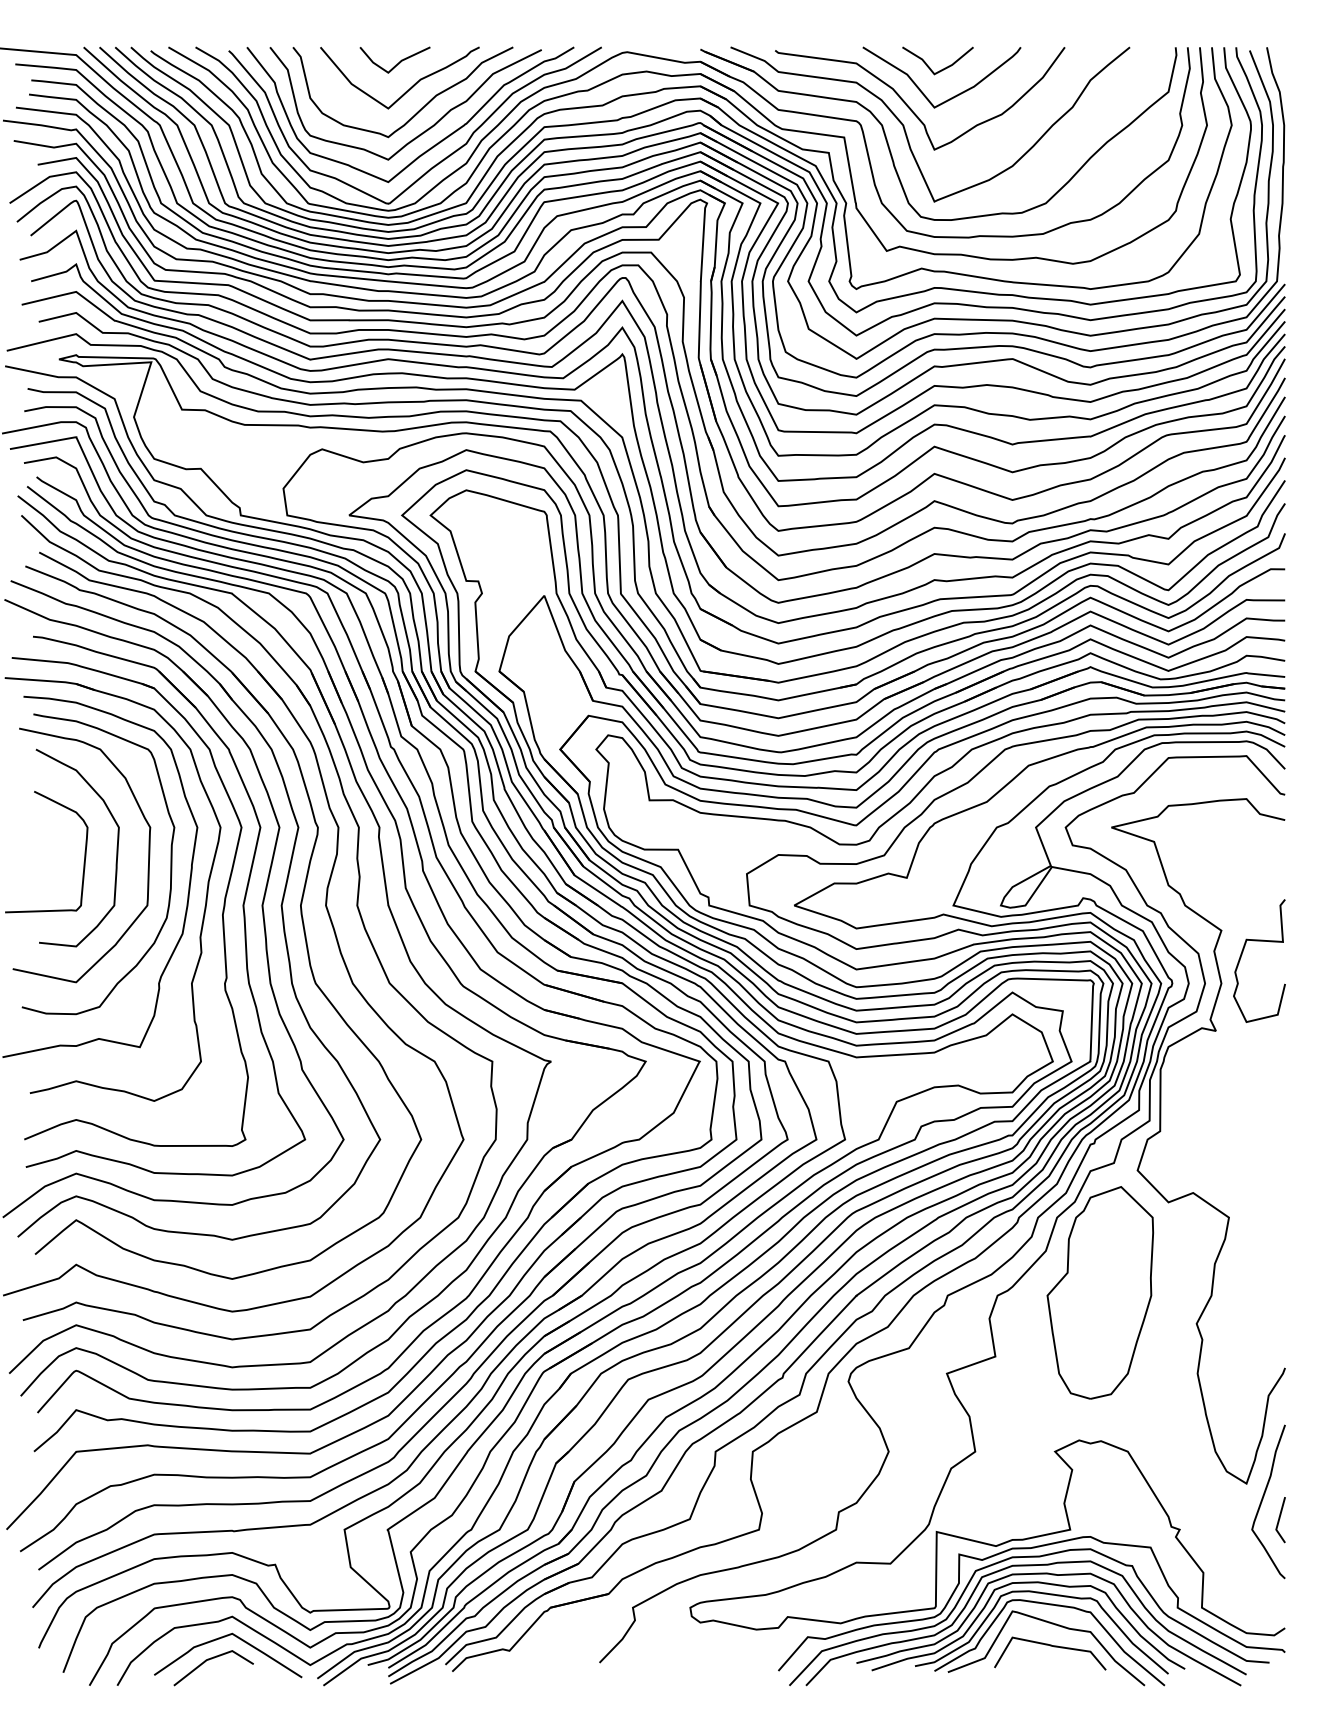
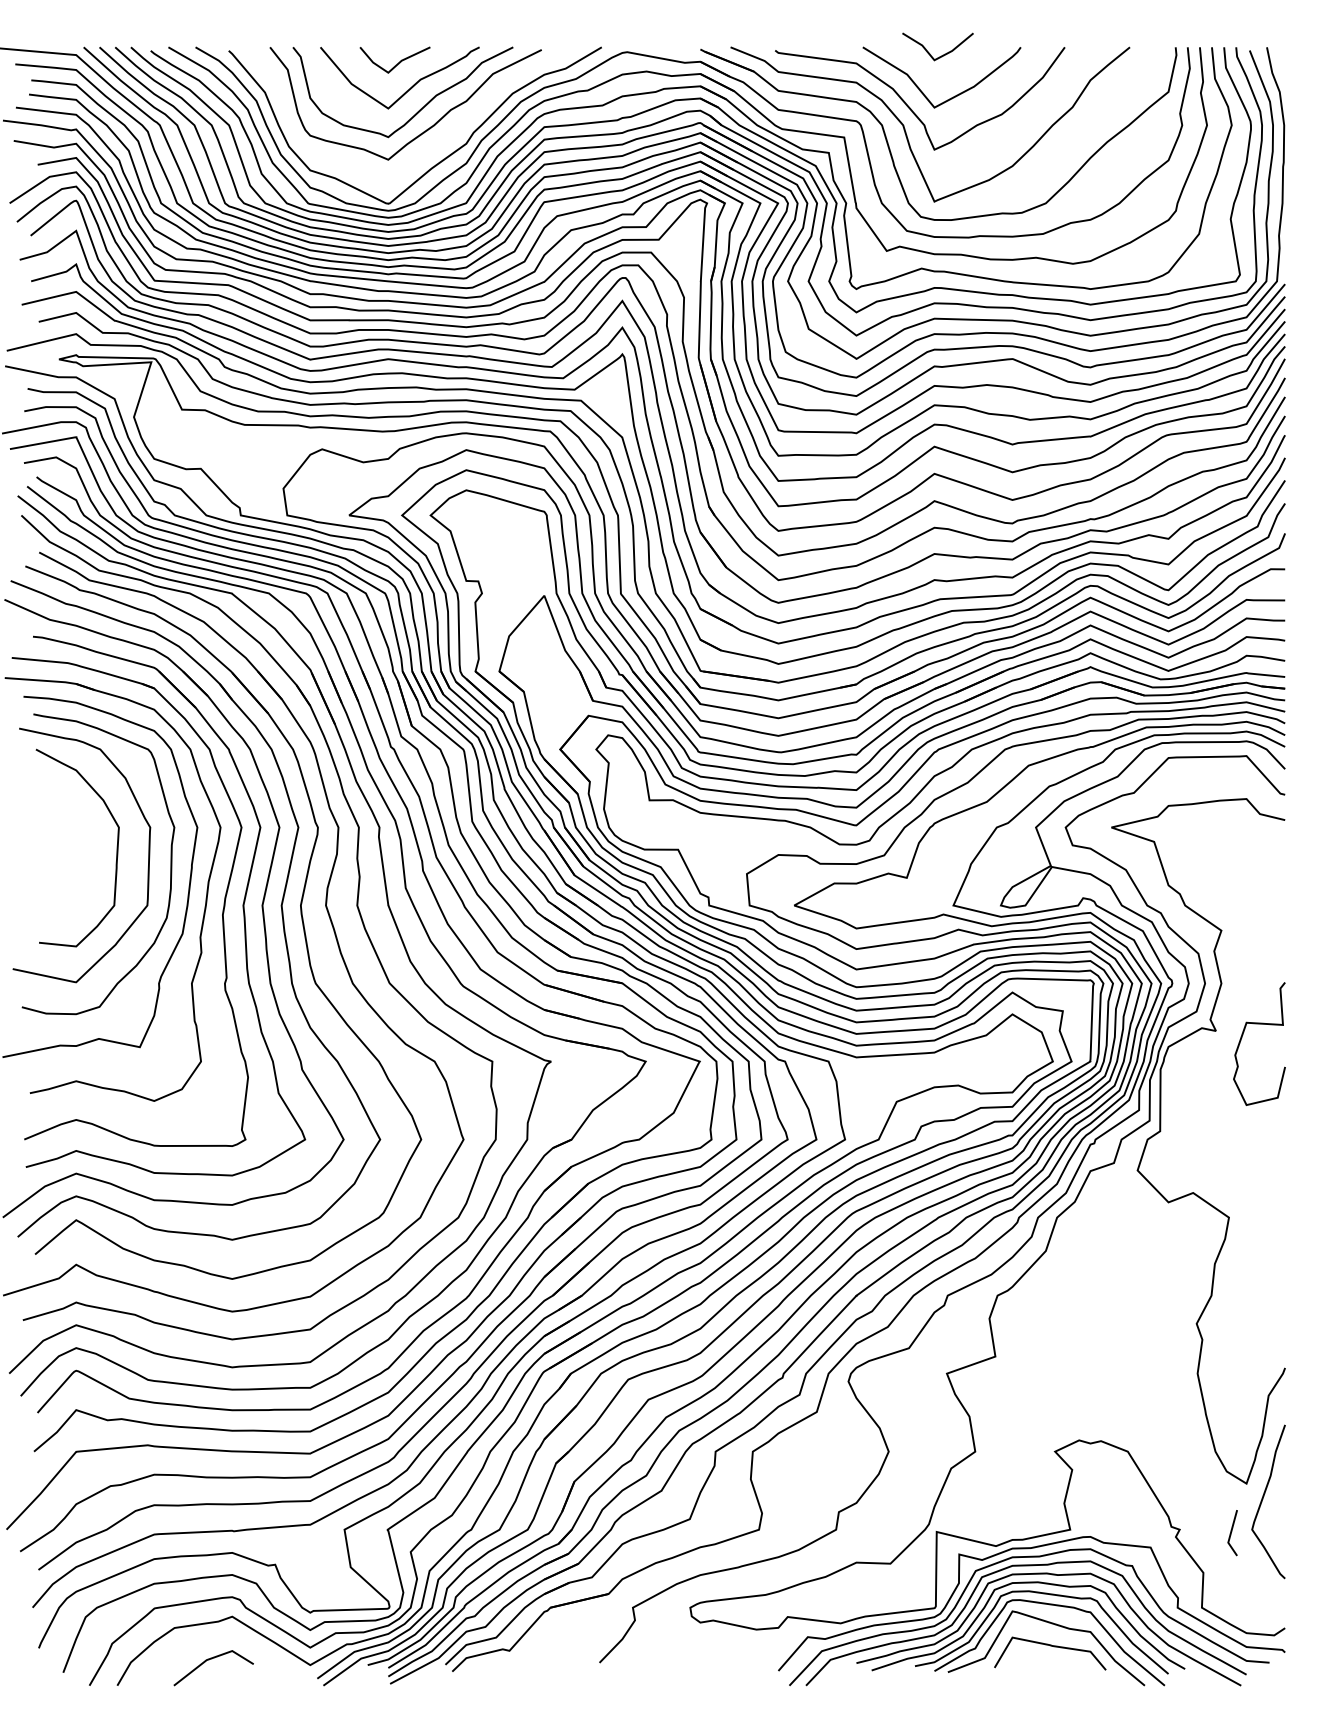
line at (941, 69) position: (941, 69) -> (941, 55)
curve at (434, 144): present -> none
curve at (84, 852): present -> none
curve at (1243, 952) position: (1243, 952) -> (1243, 1035)
part at (1100, 1292): present -> none
line at (1279, 1520) position: (1279, 1520) -> (1231, 1533)
curve at (222, 1638): present -> none
